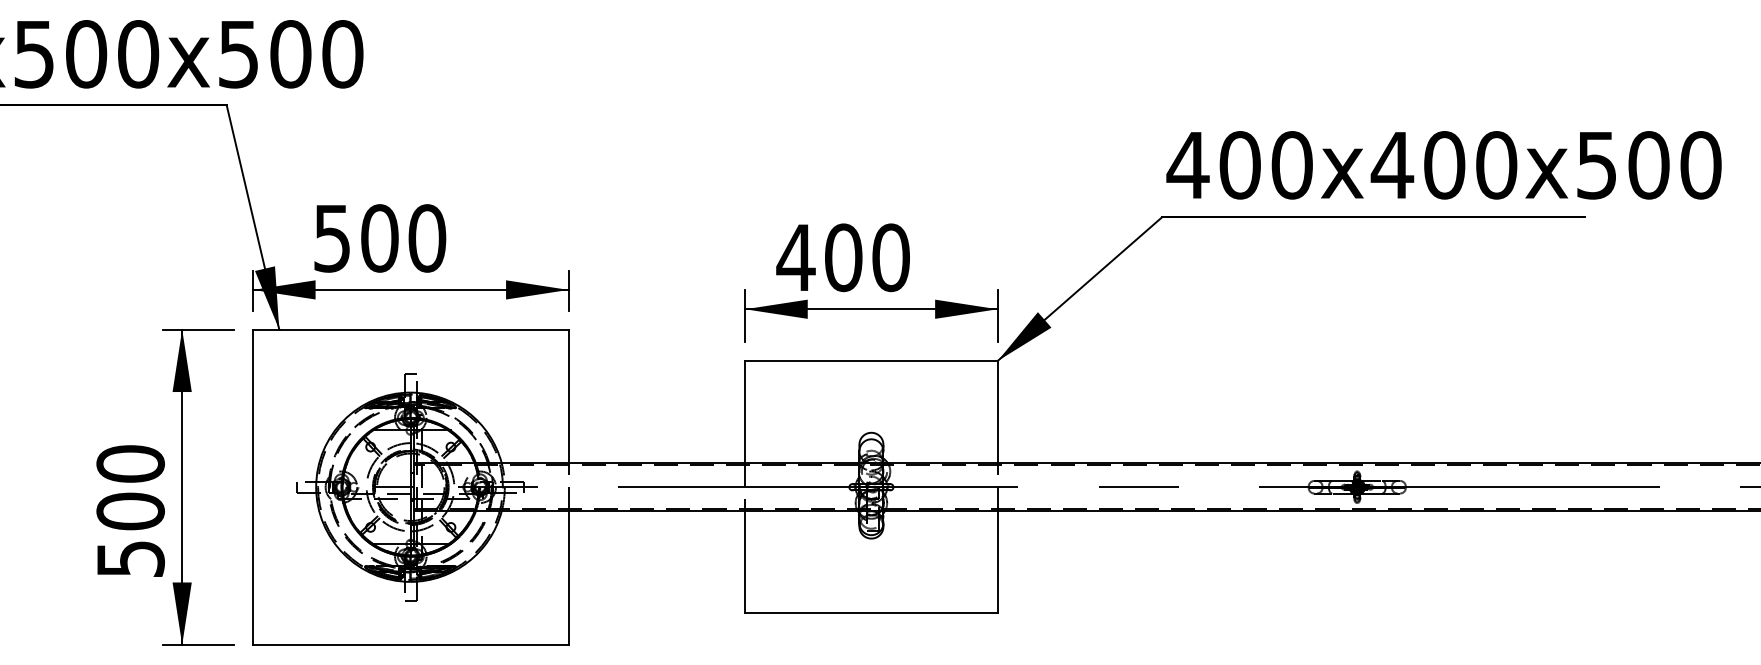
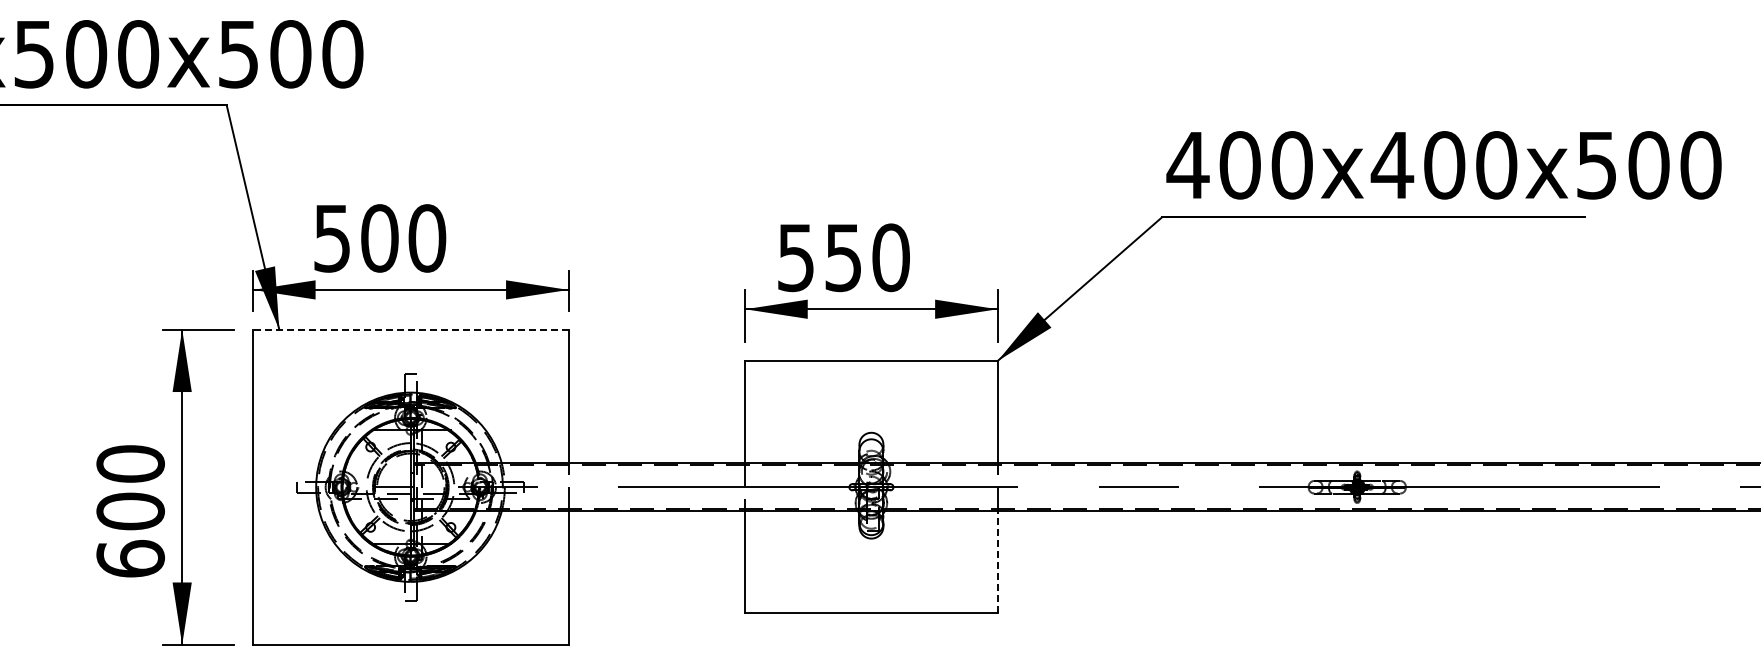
text at (819, 257): 400 -> 550
line at (410, 329): solid -> dashed
text at (130, 558): 500 -> 600
line at (997, 561): solid -> dashed
